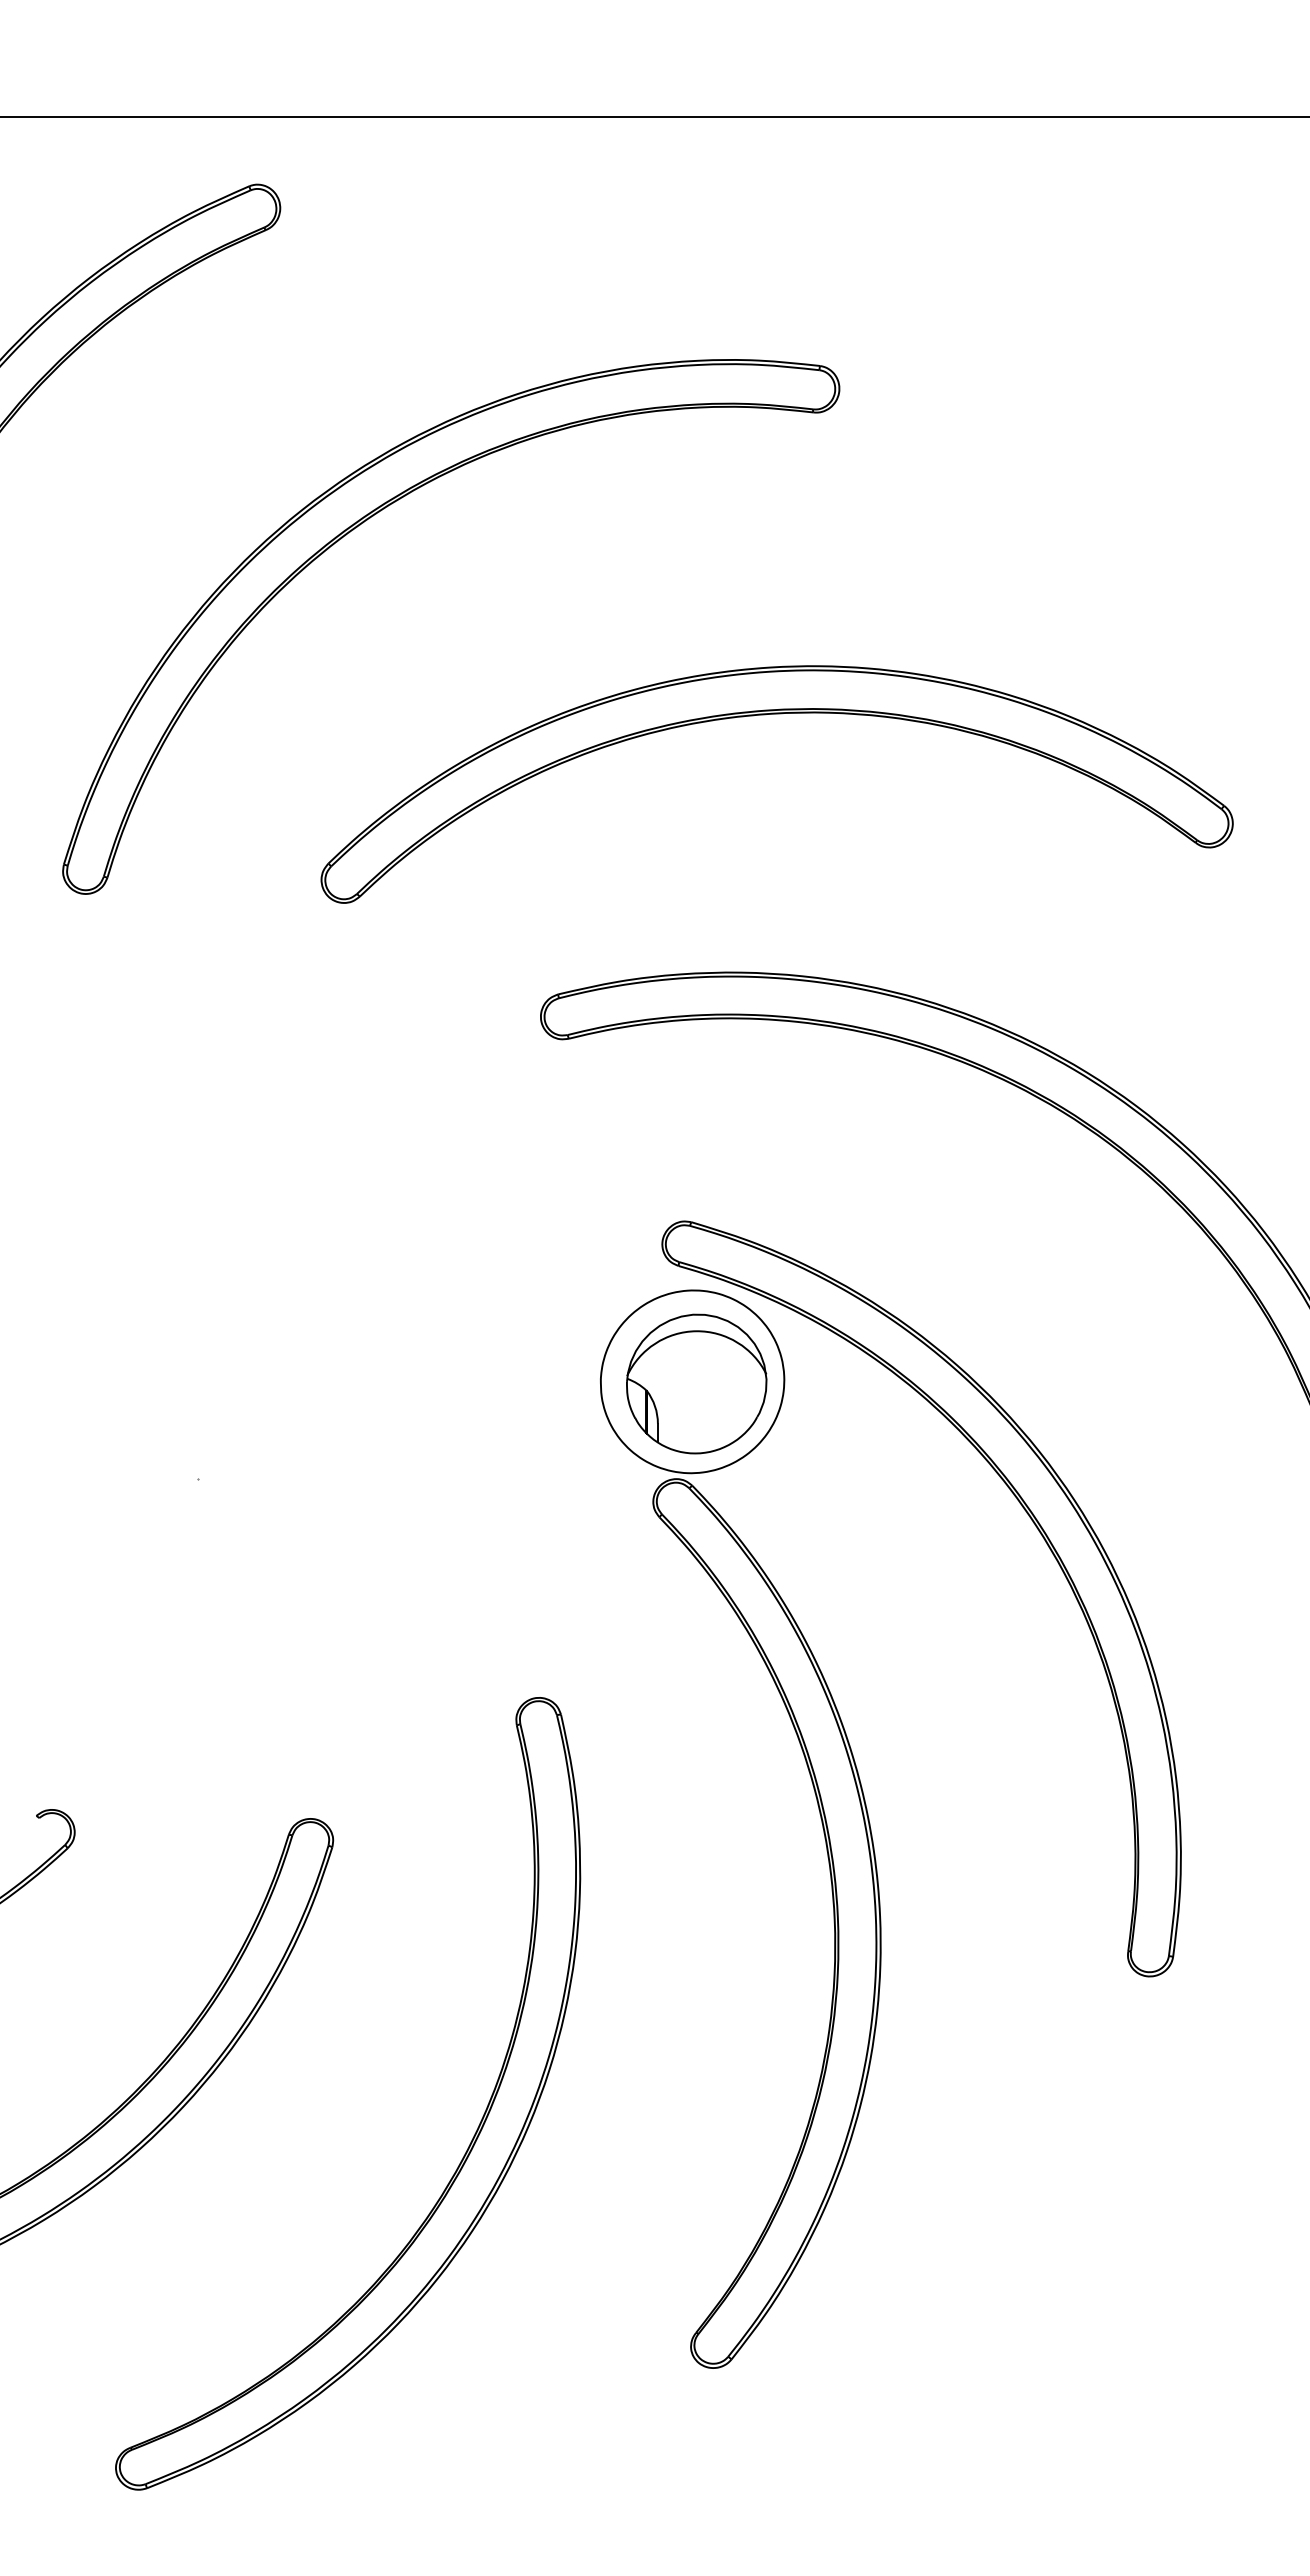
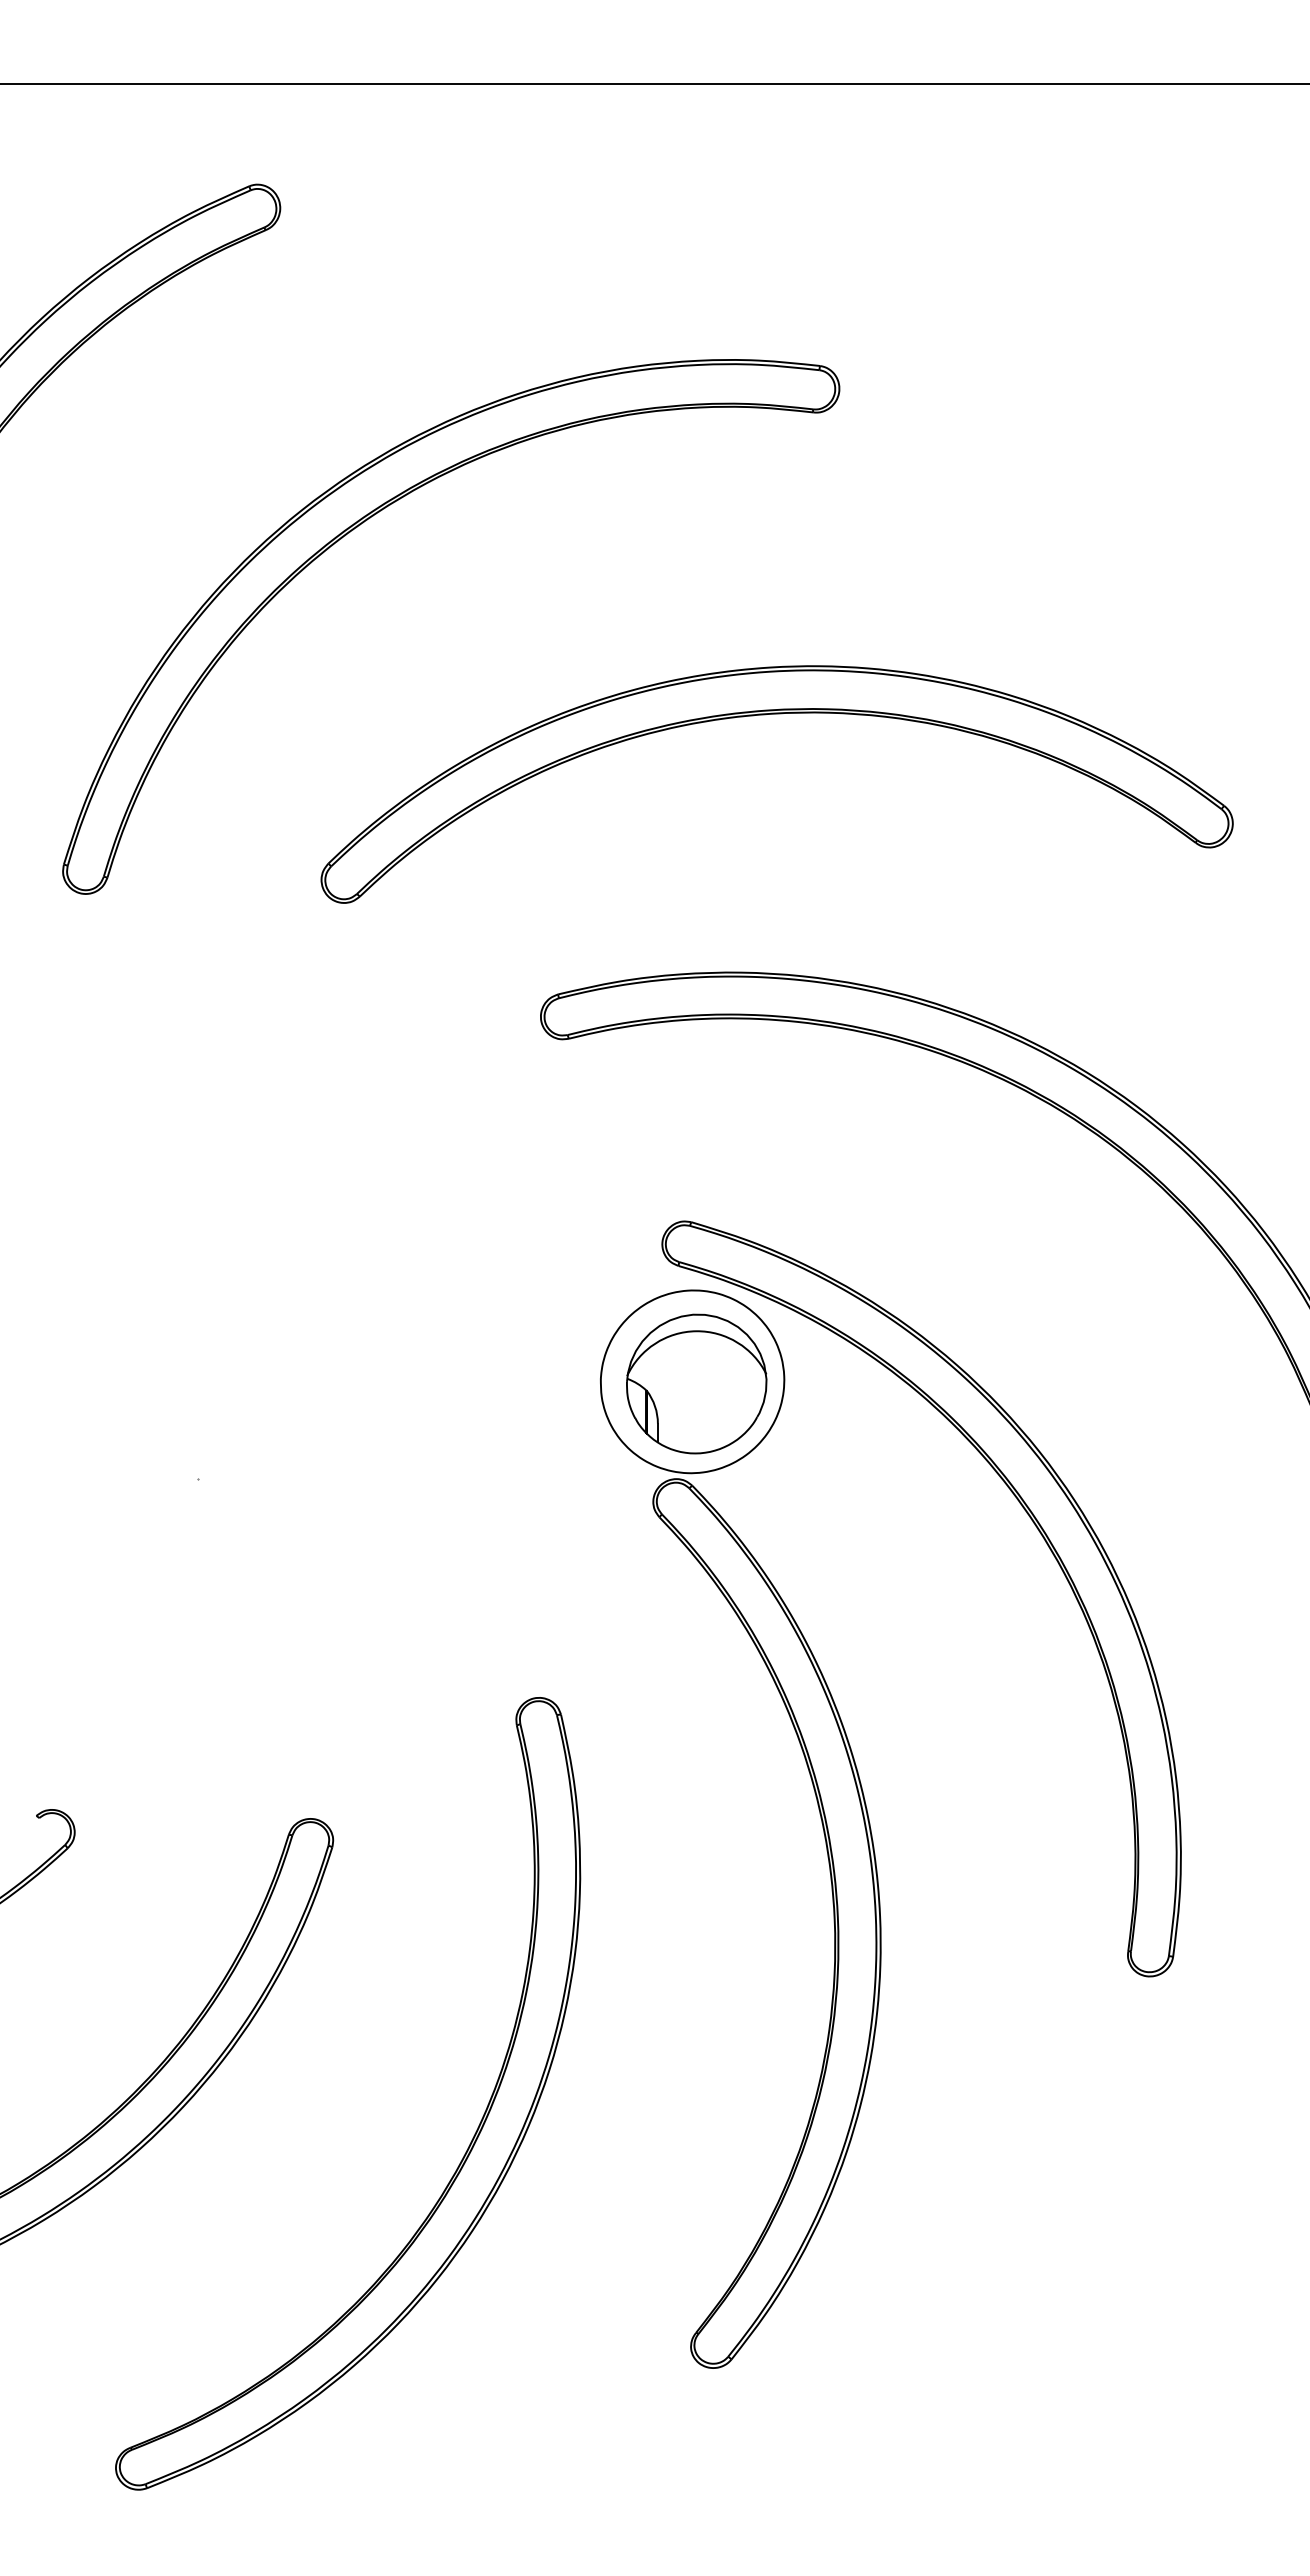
line at (654, 116) position: (654, 116) -> (654, 83)
